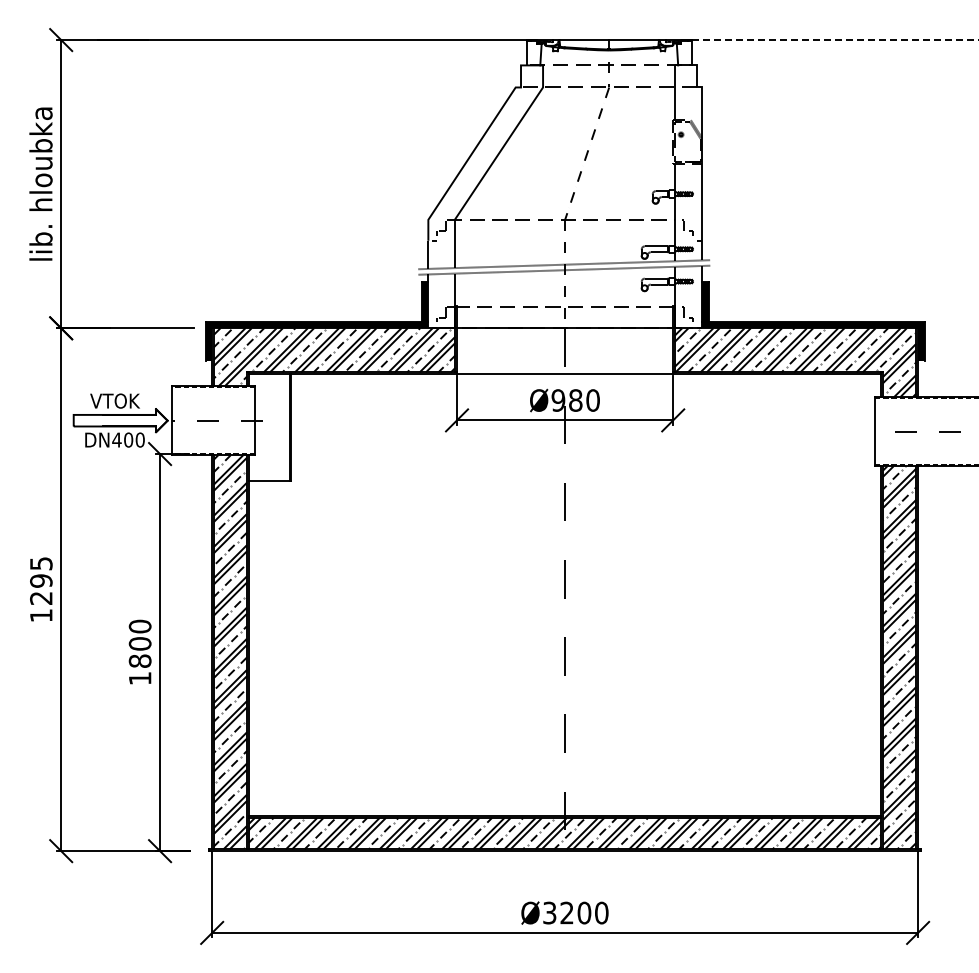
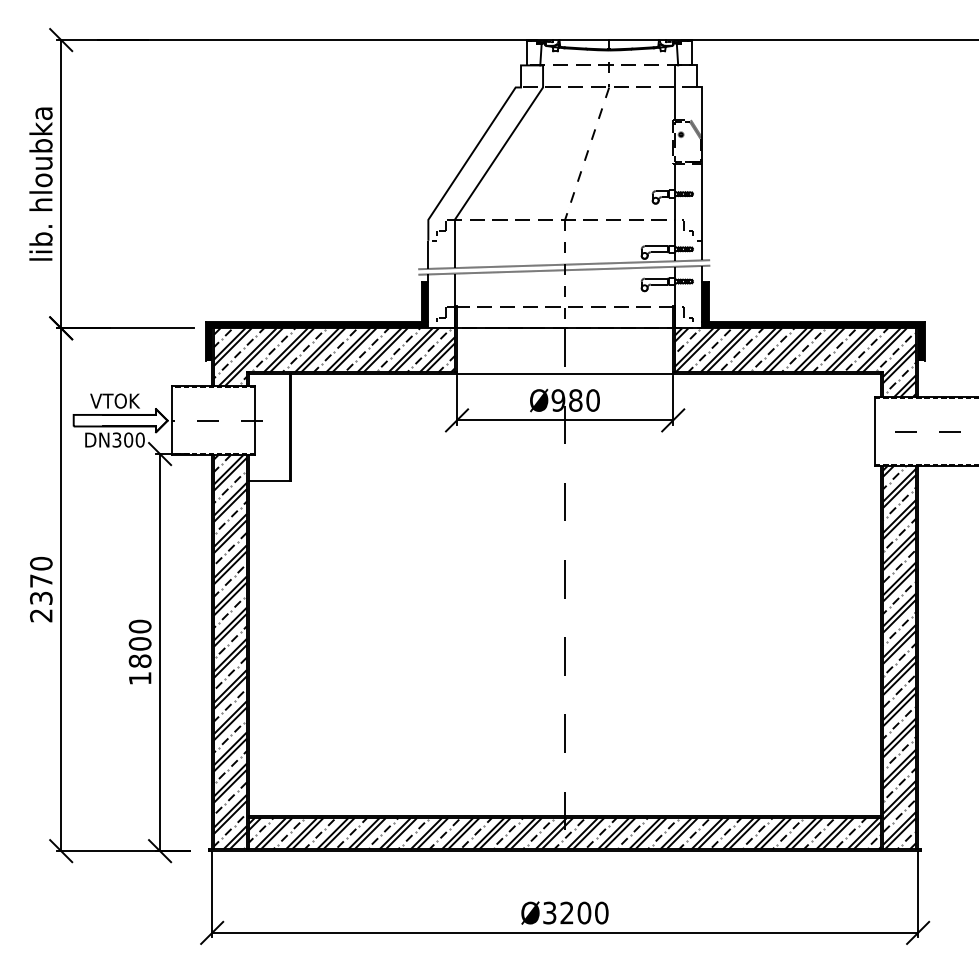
line at (835, 40): dashed -> solid
text at (116, 439): DN400 -> DN300
text at (41, 589): 1295 -> 2370
